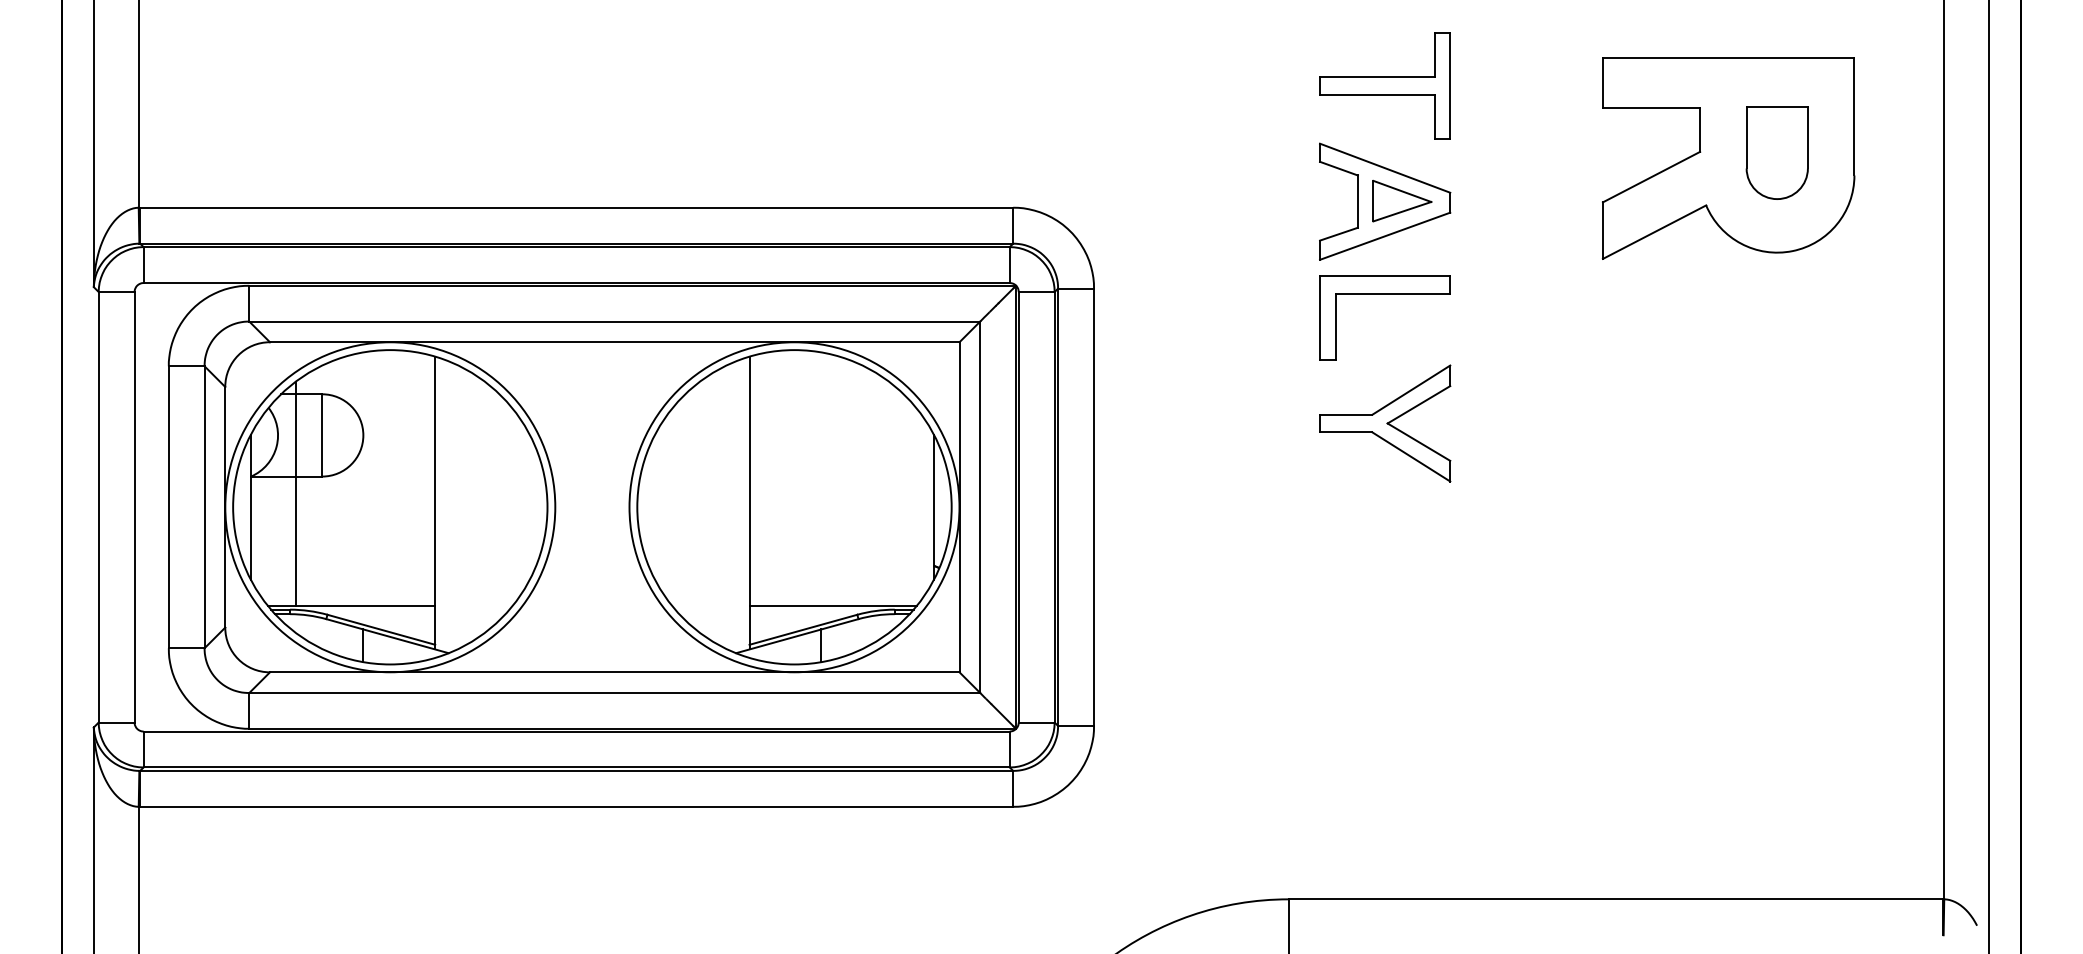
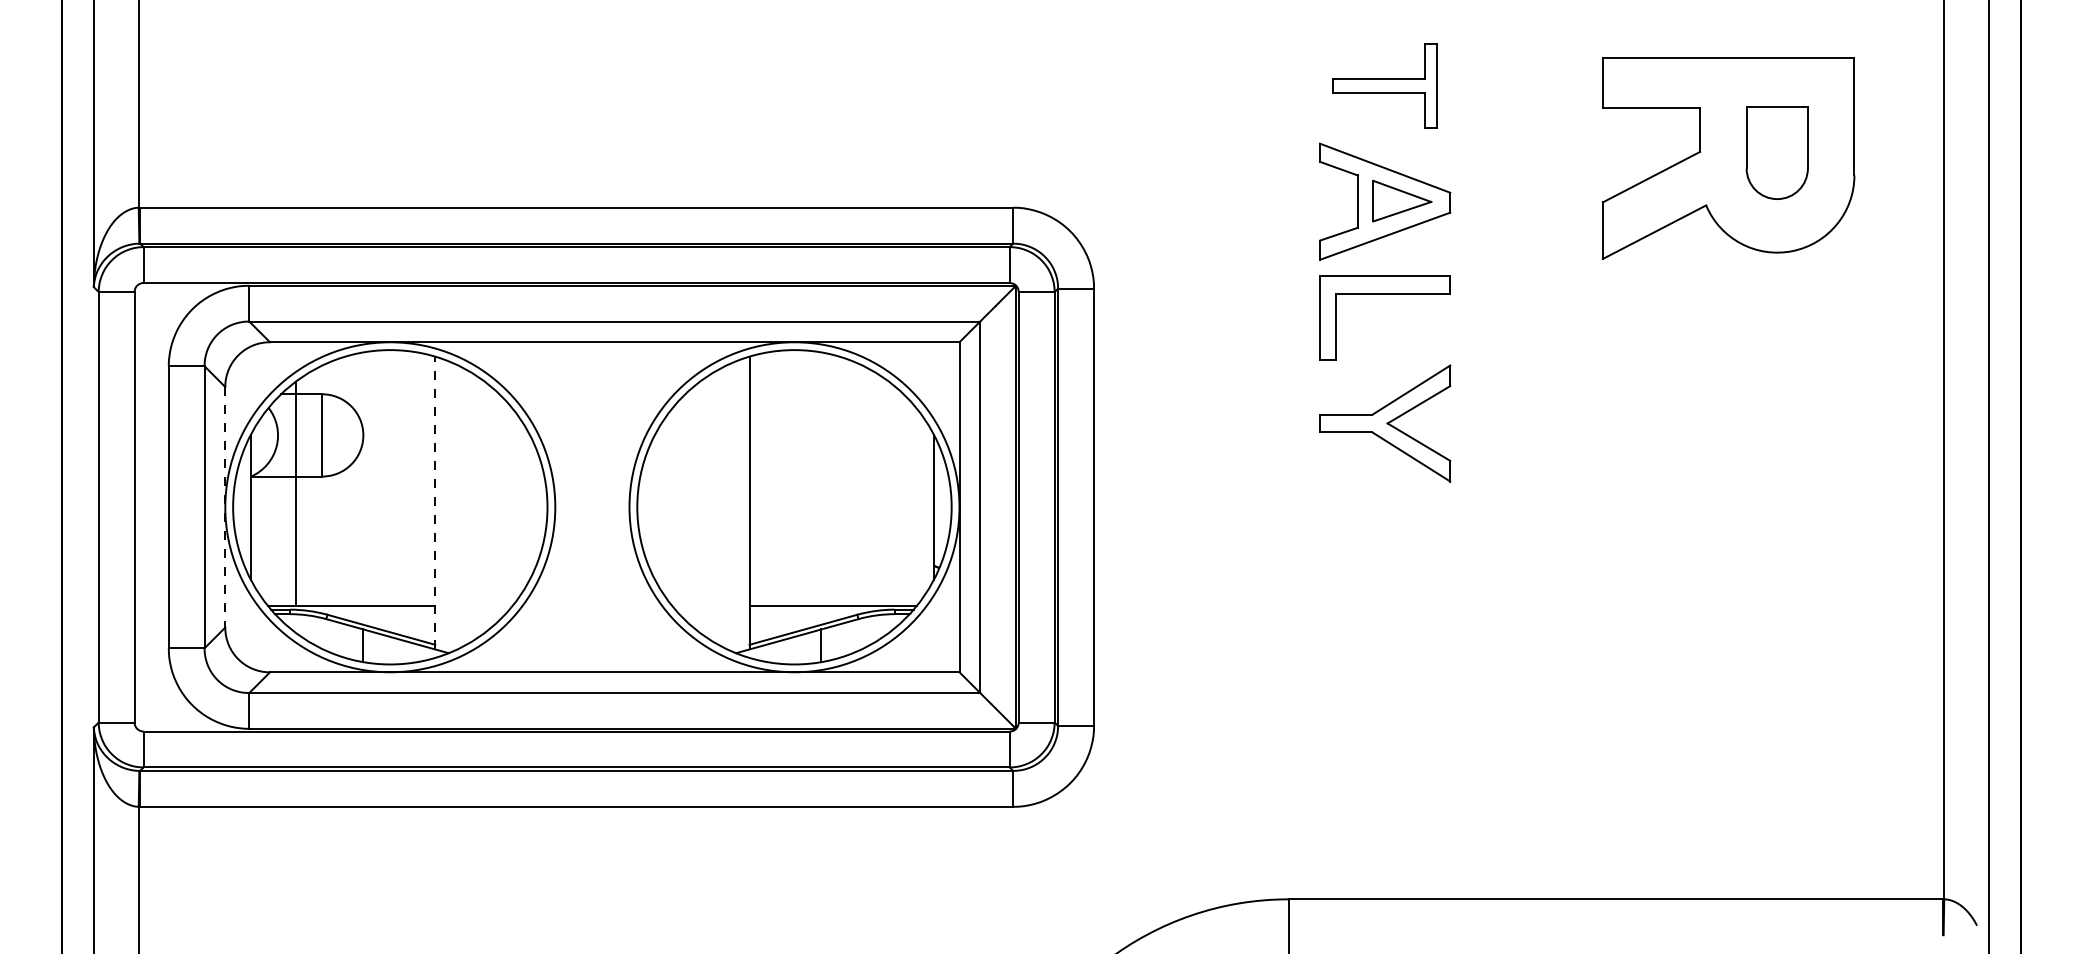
part at (1384, 85) size: 132x108 px -> 106x86 px
line at (435, 502): solid -> dashed
line at (225, 507): solid -> dashed
